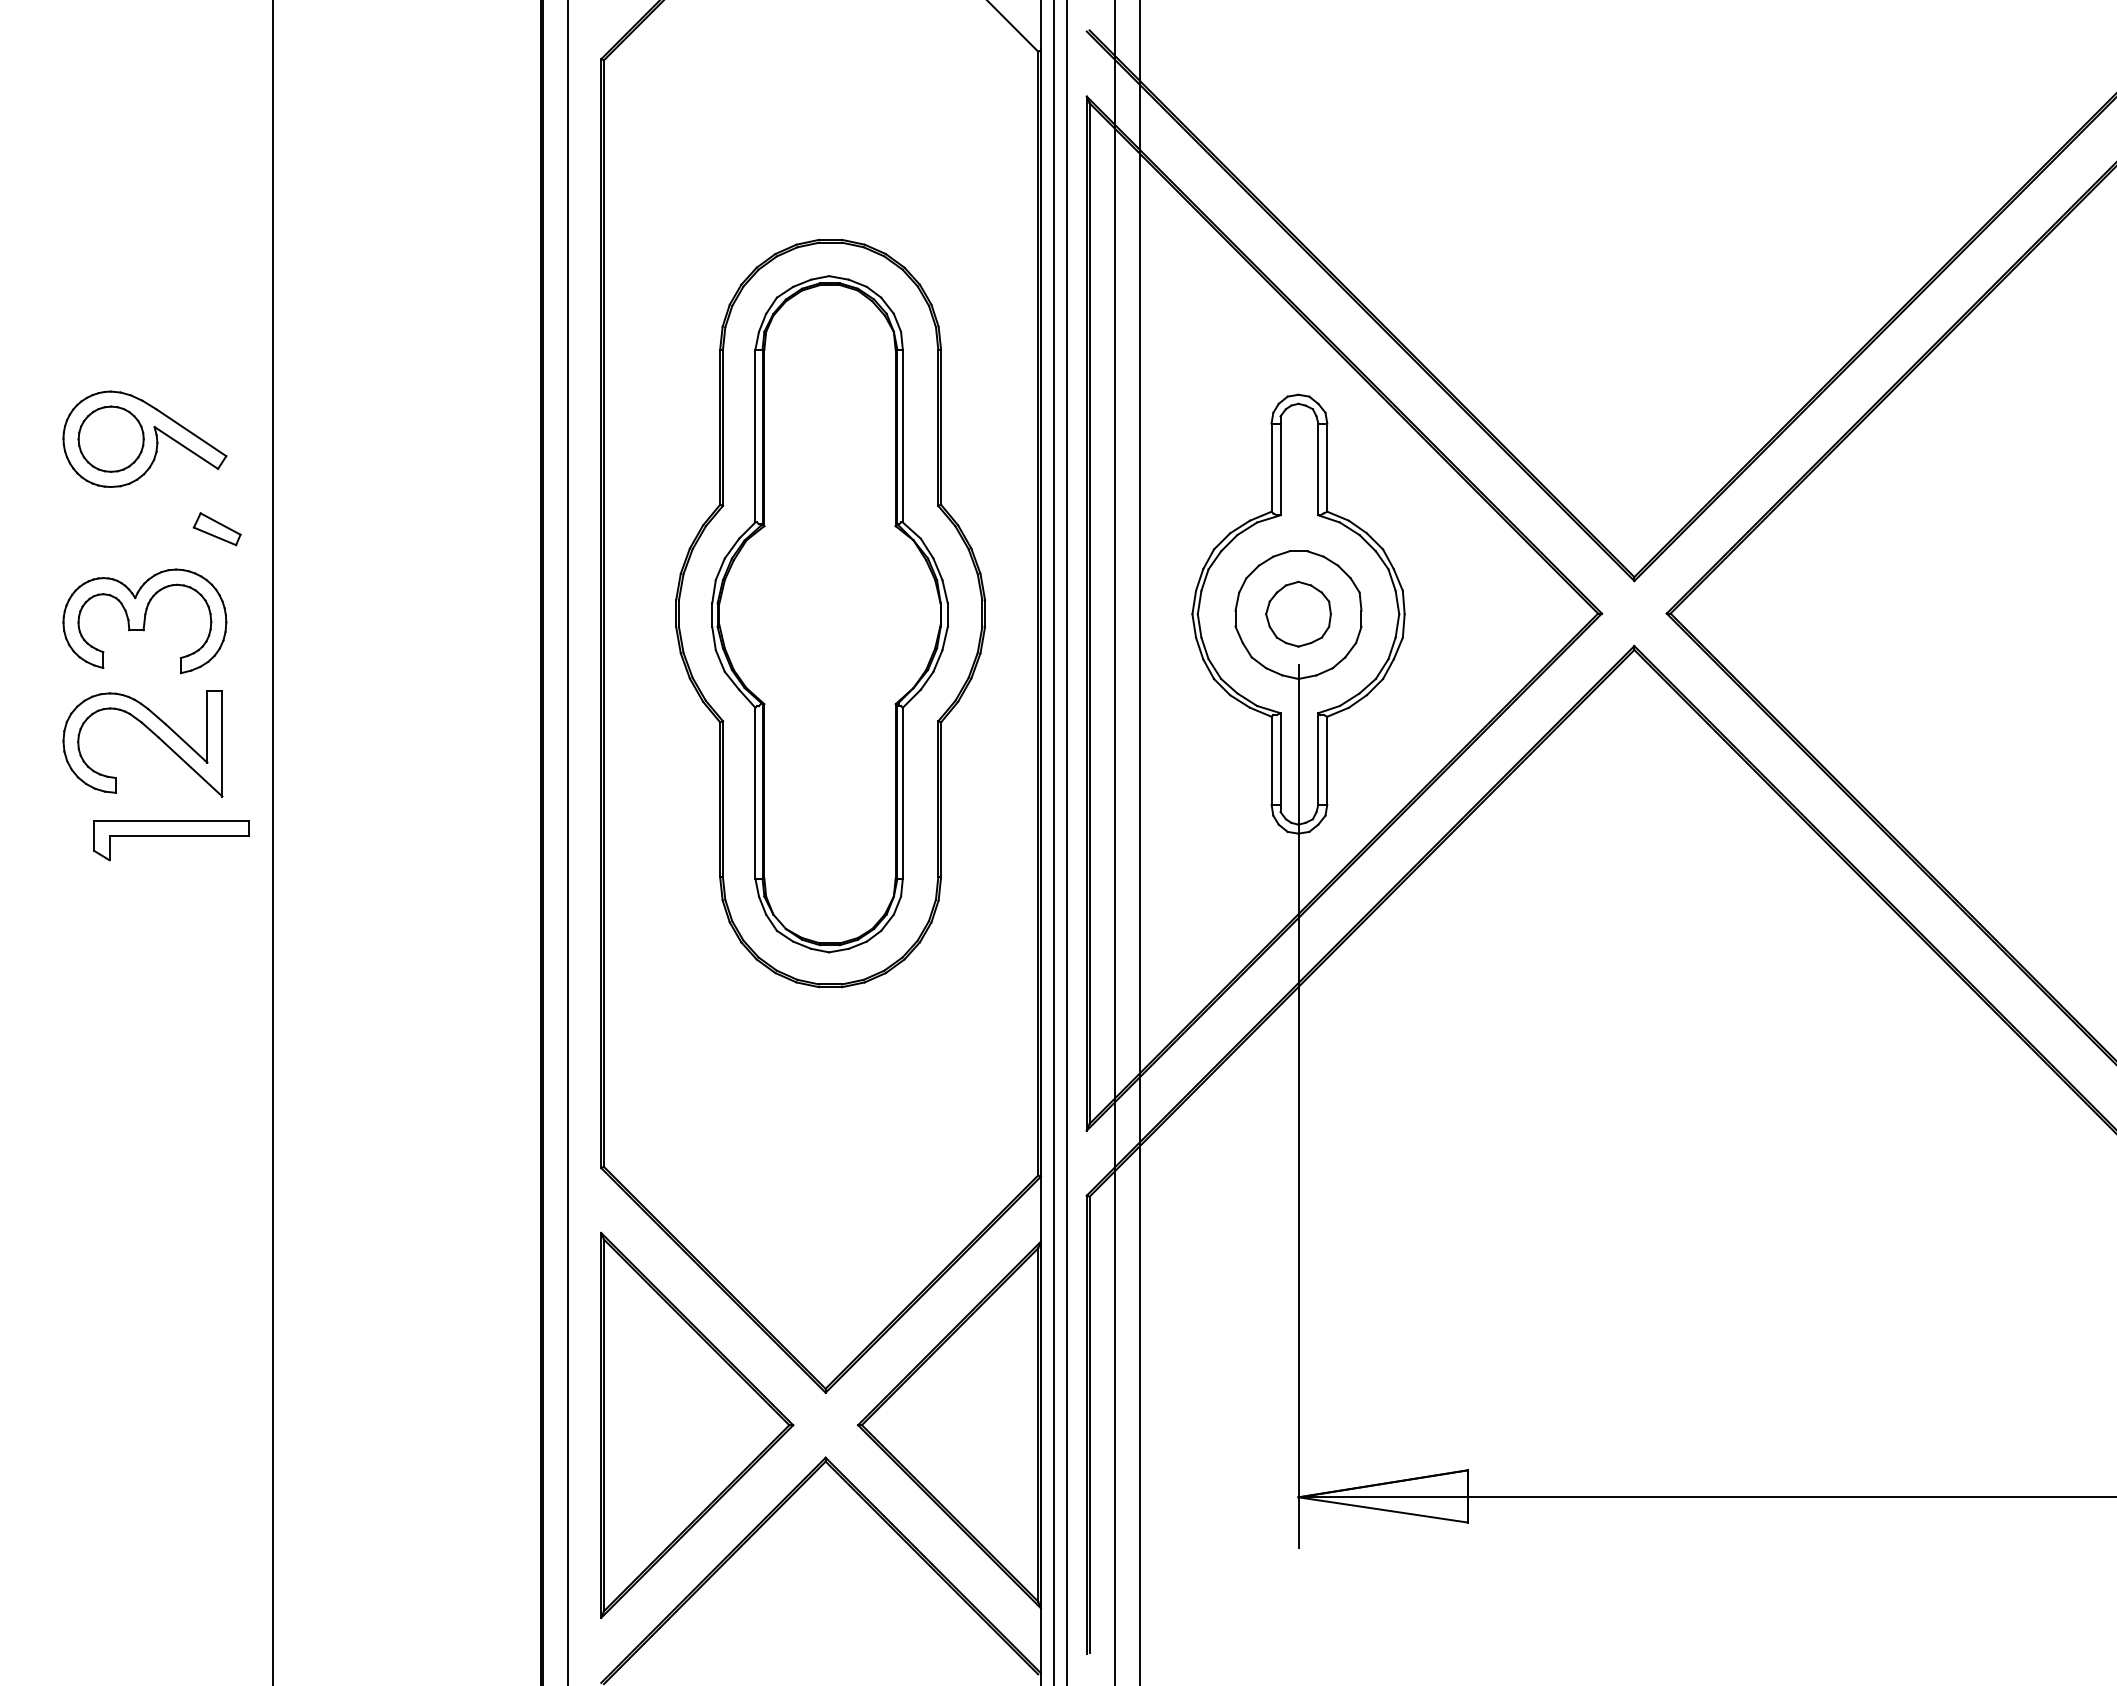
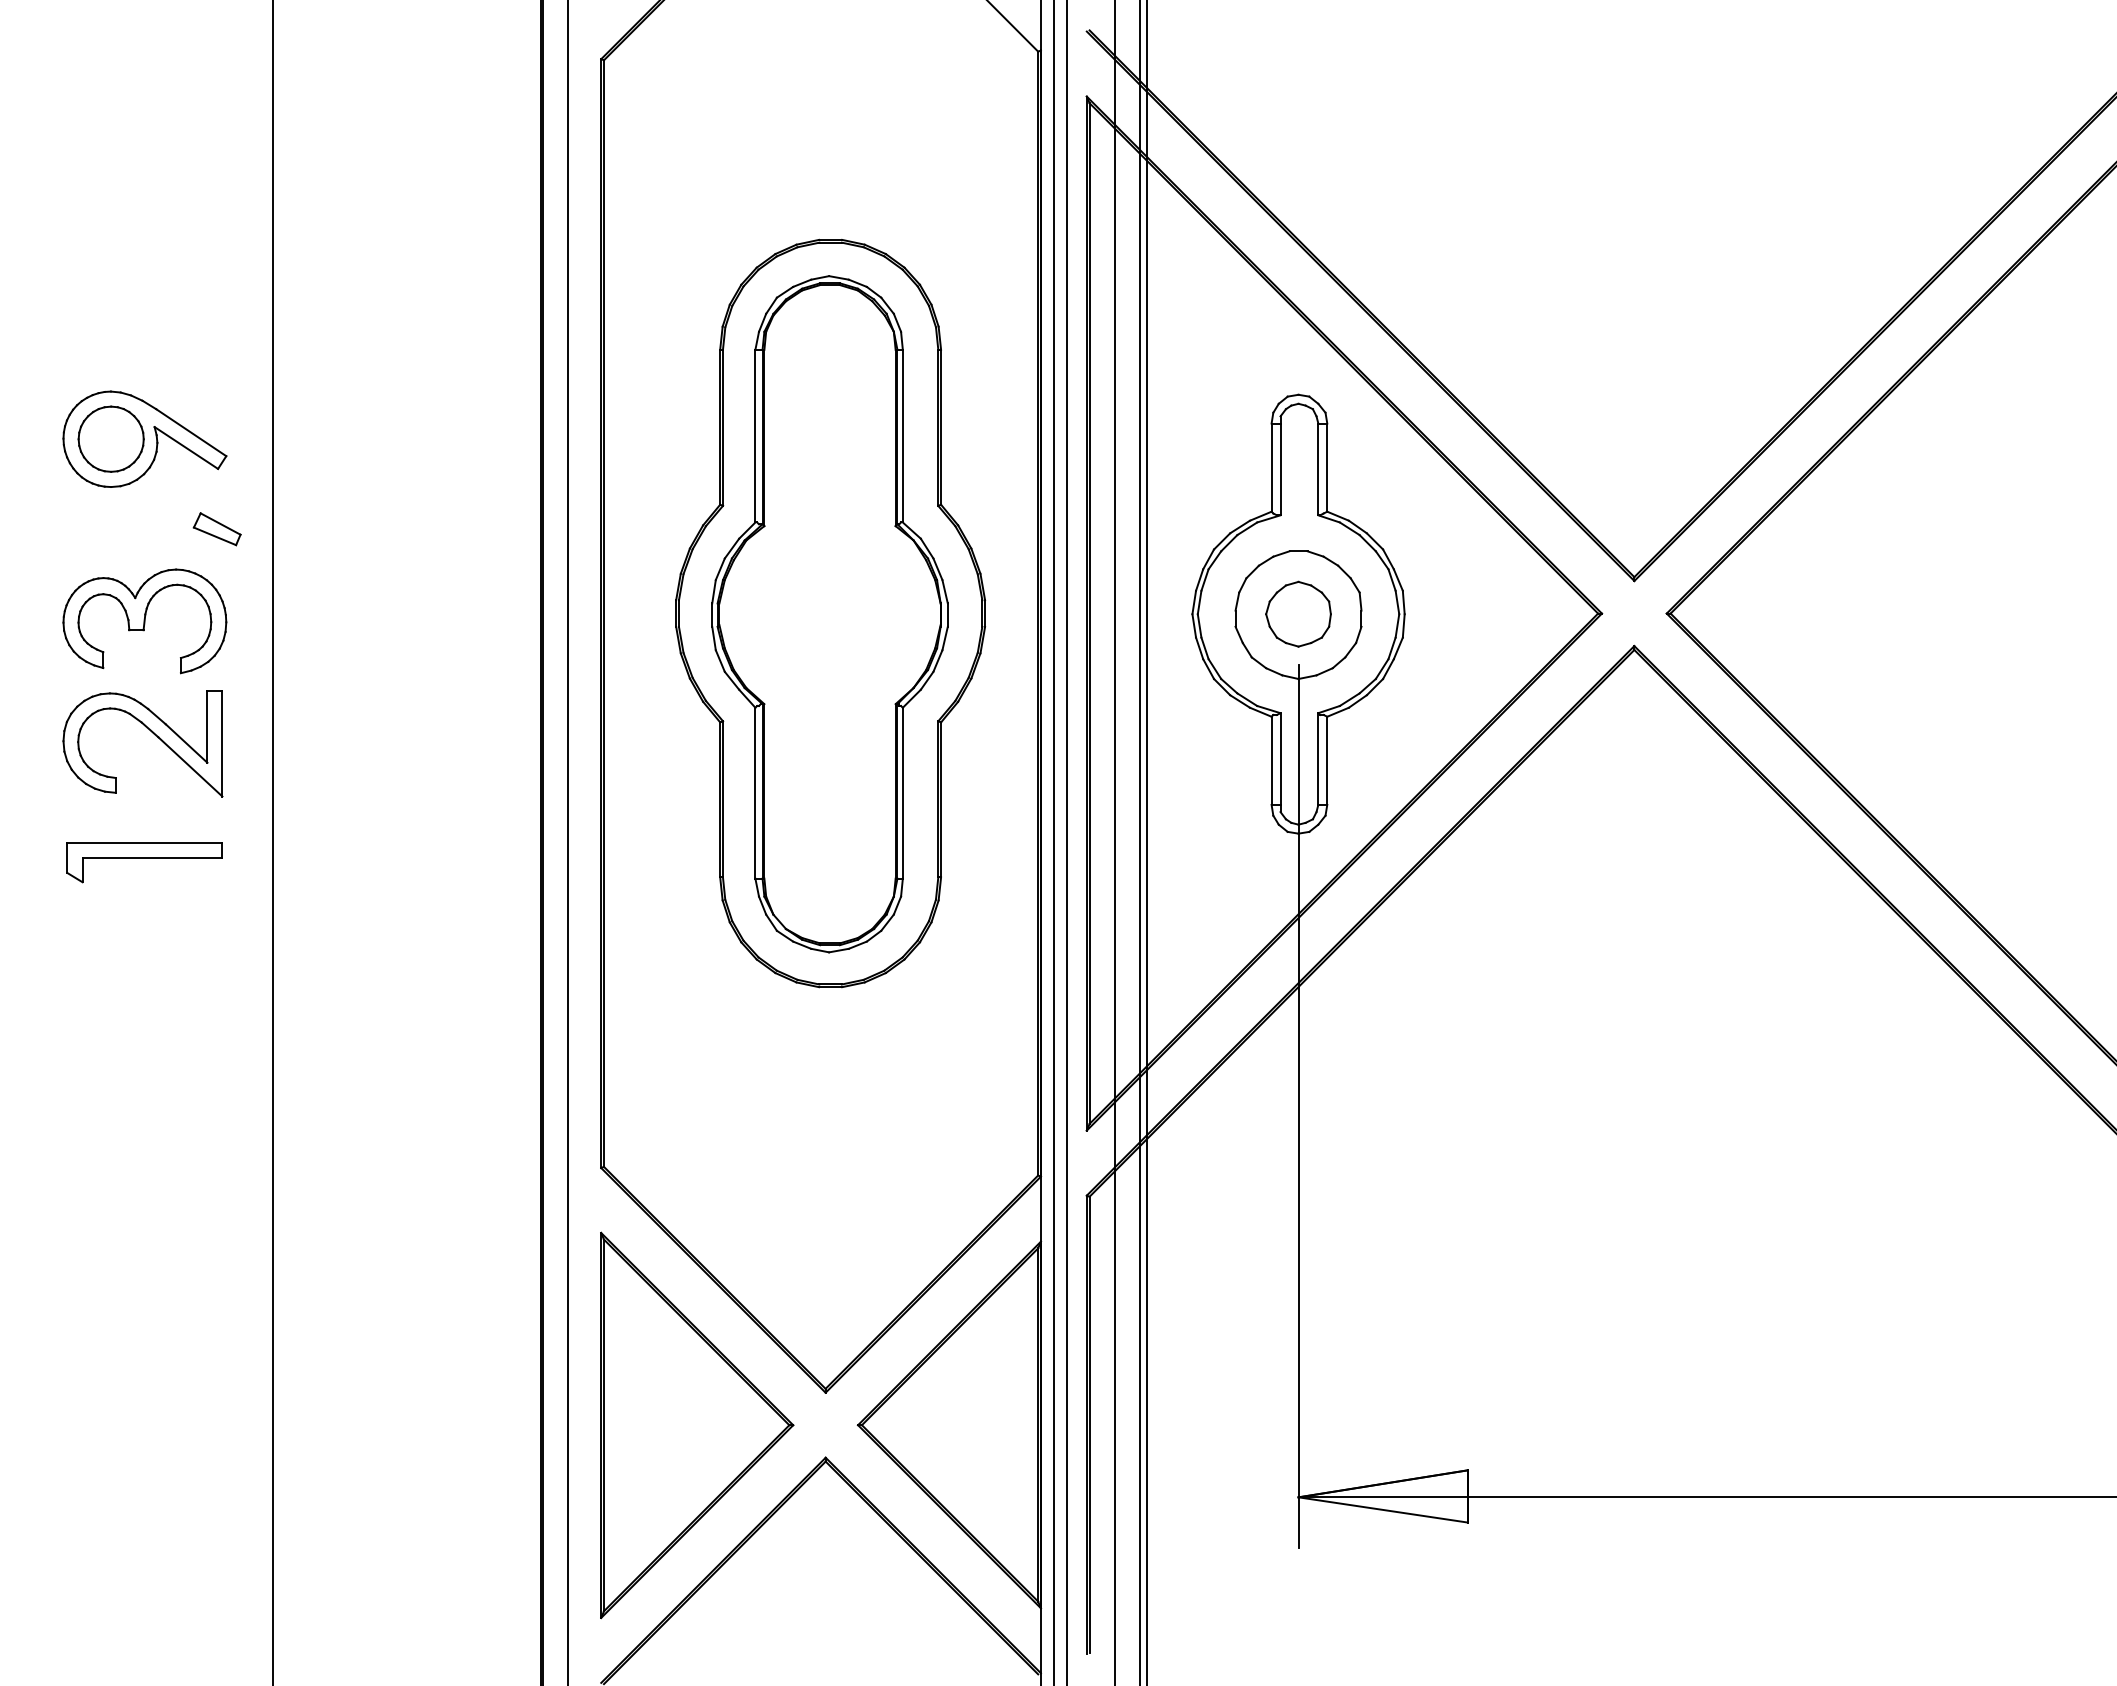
part at (171, 840) position: (171, 840) -> (144, 862)
line at (1147, 842): none -> present
